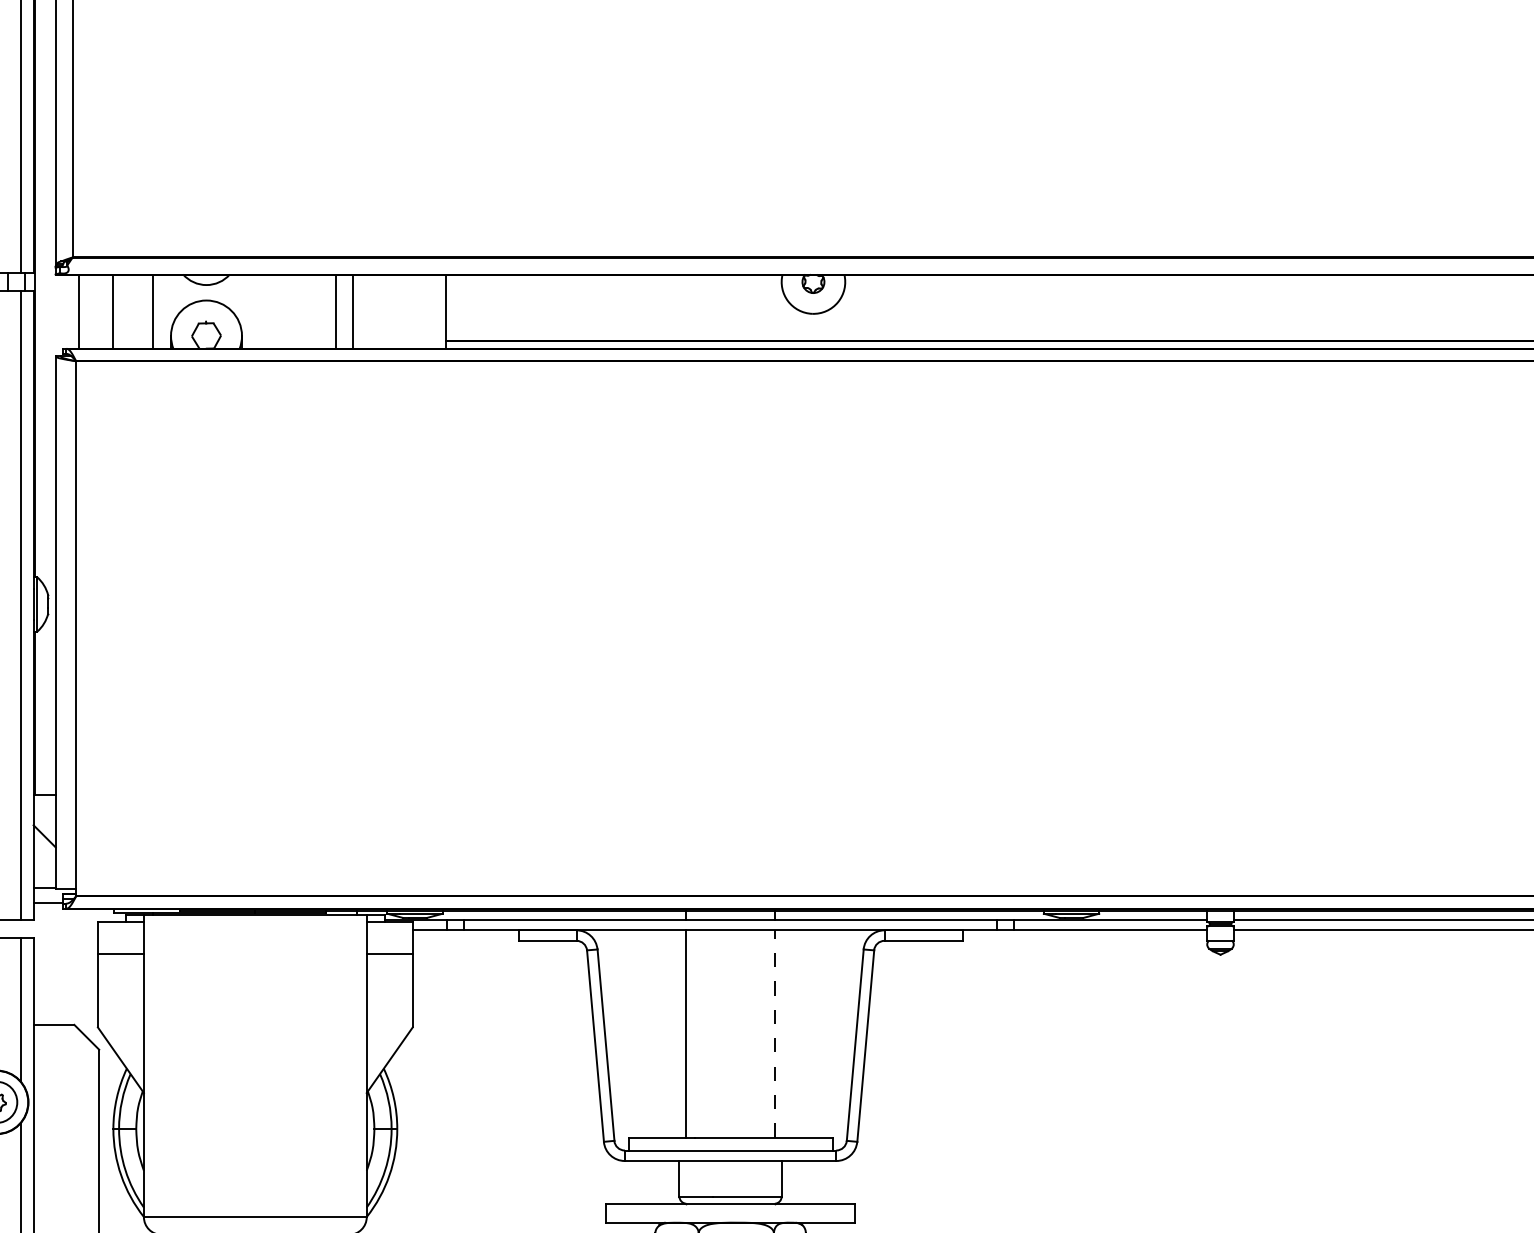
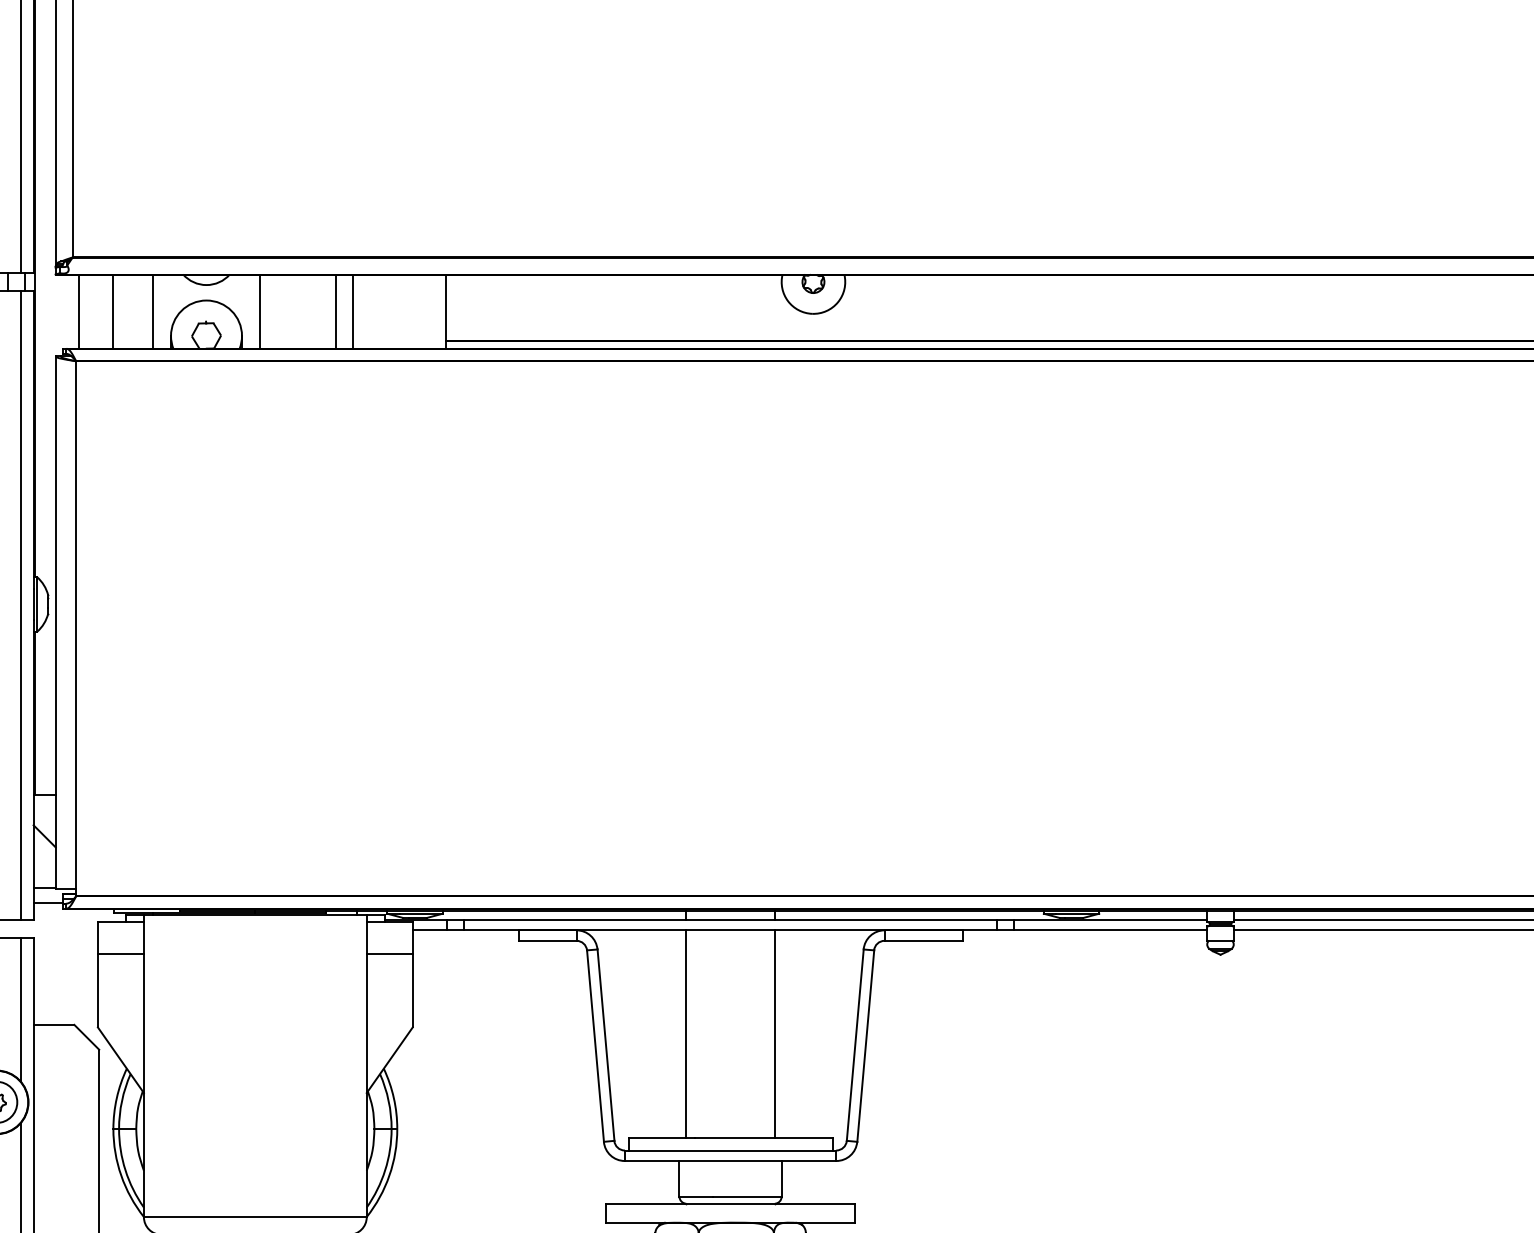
line at (259, 311): none -> present
line at (775, 1033): dashed -> solid
